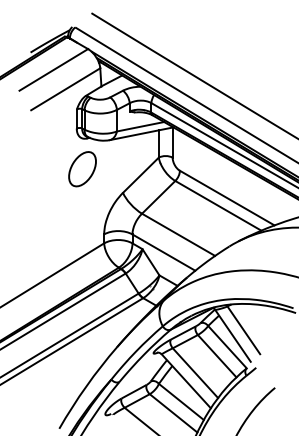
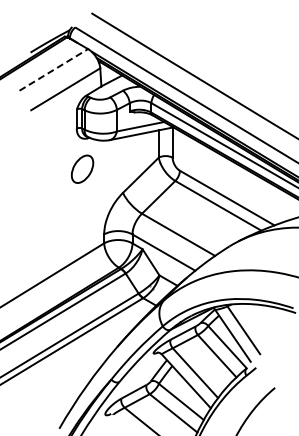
line at (54, 69): solid -> dashed
part at (82, 169) size: 29x37 px -> 25x30 px
